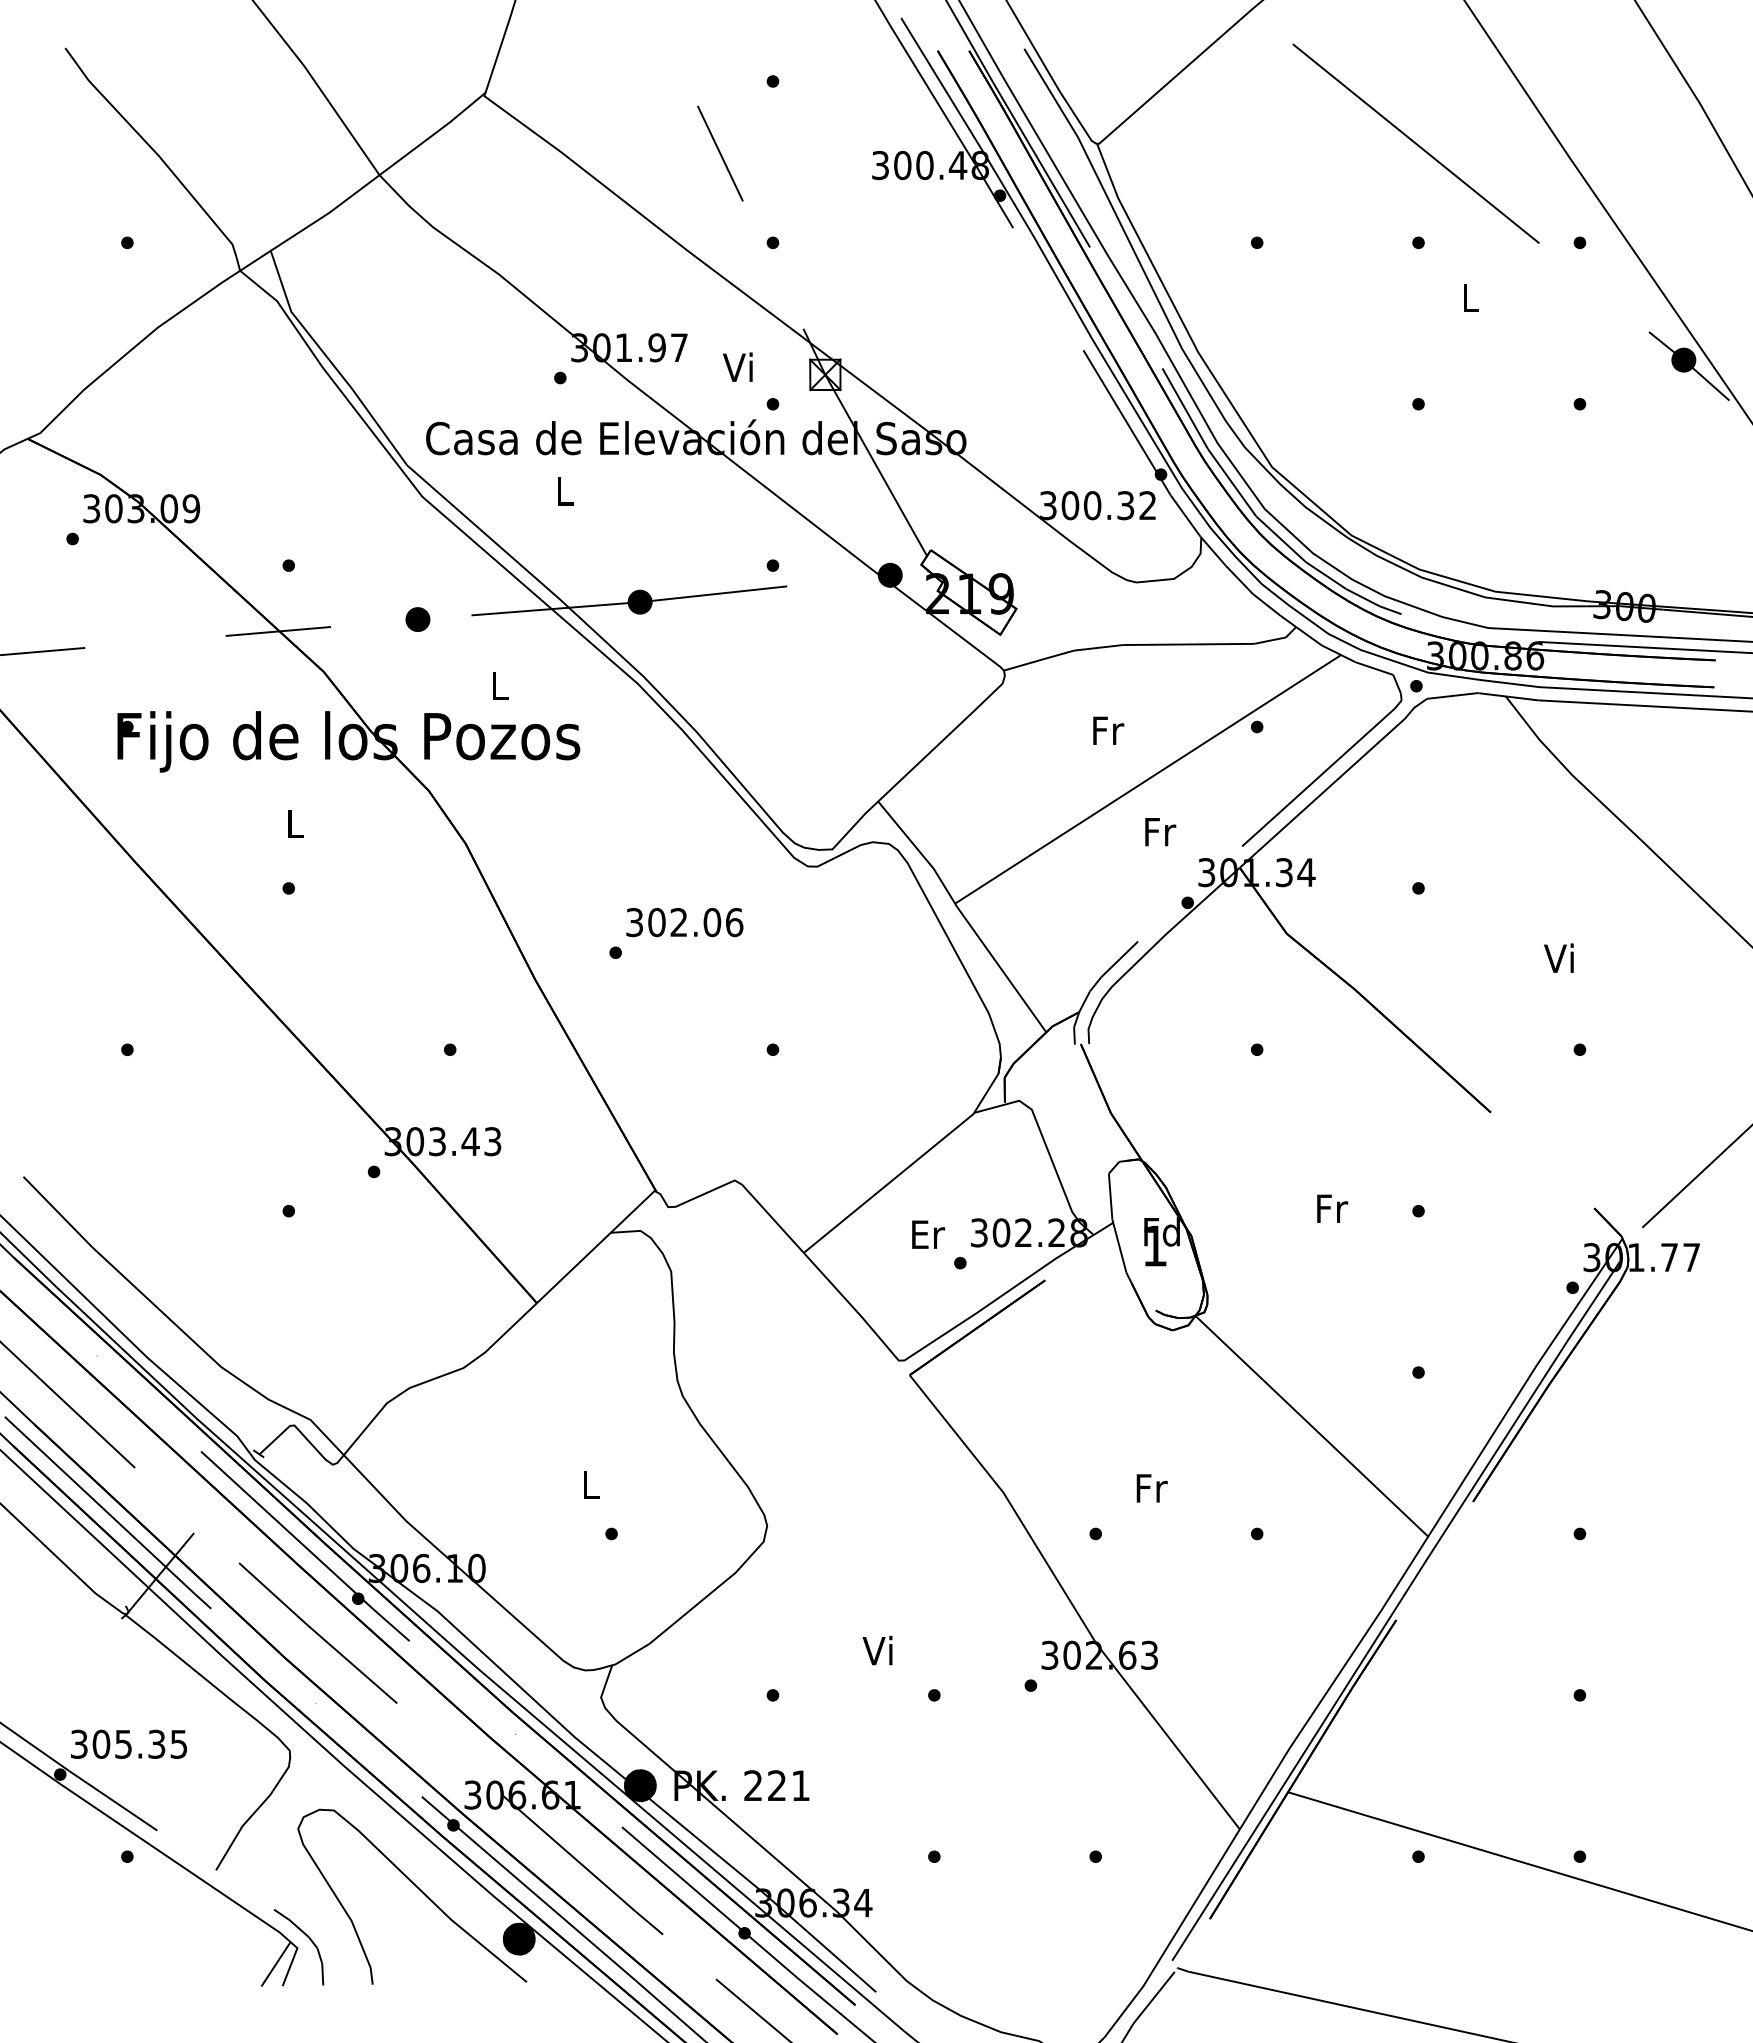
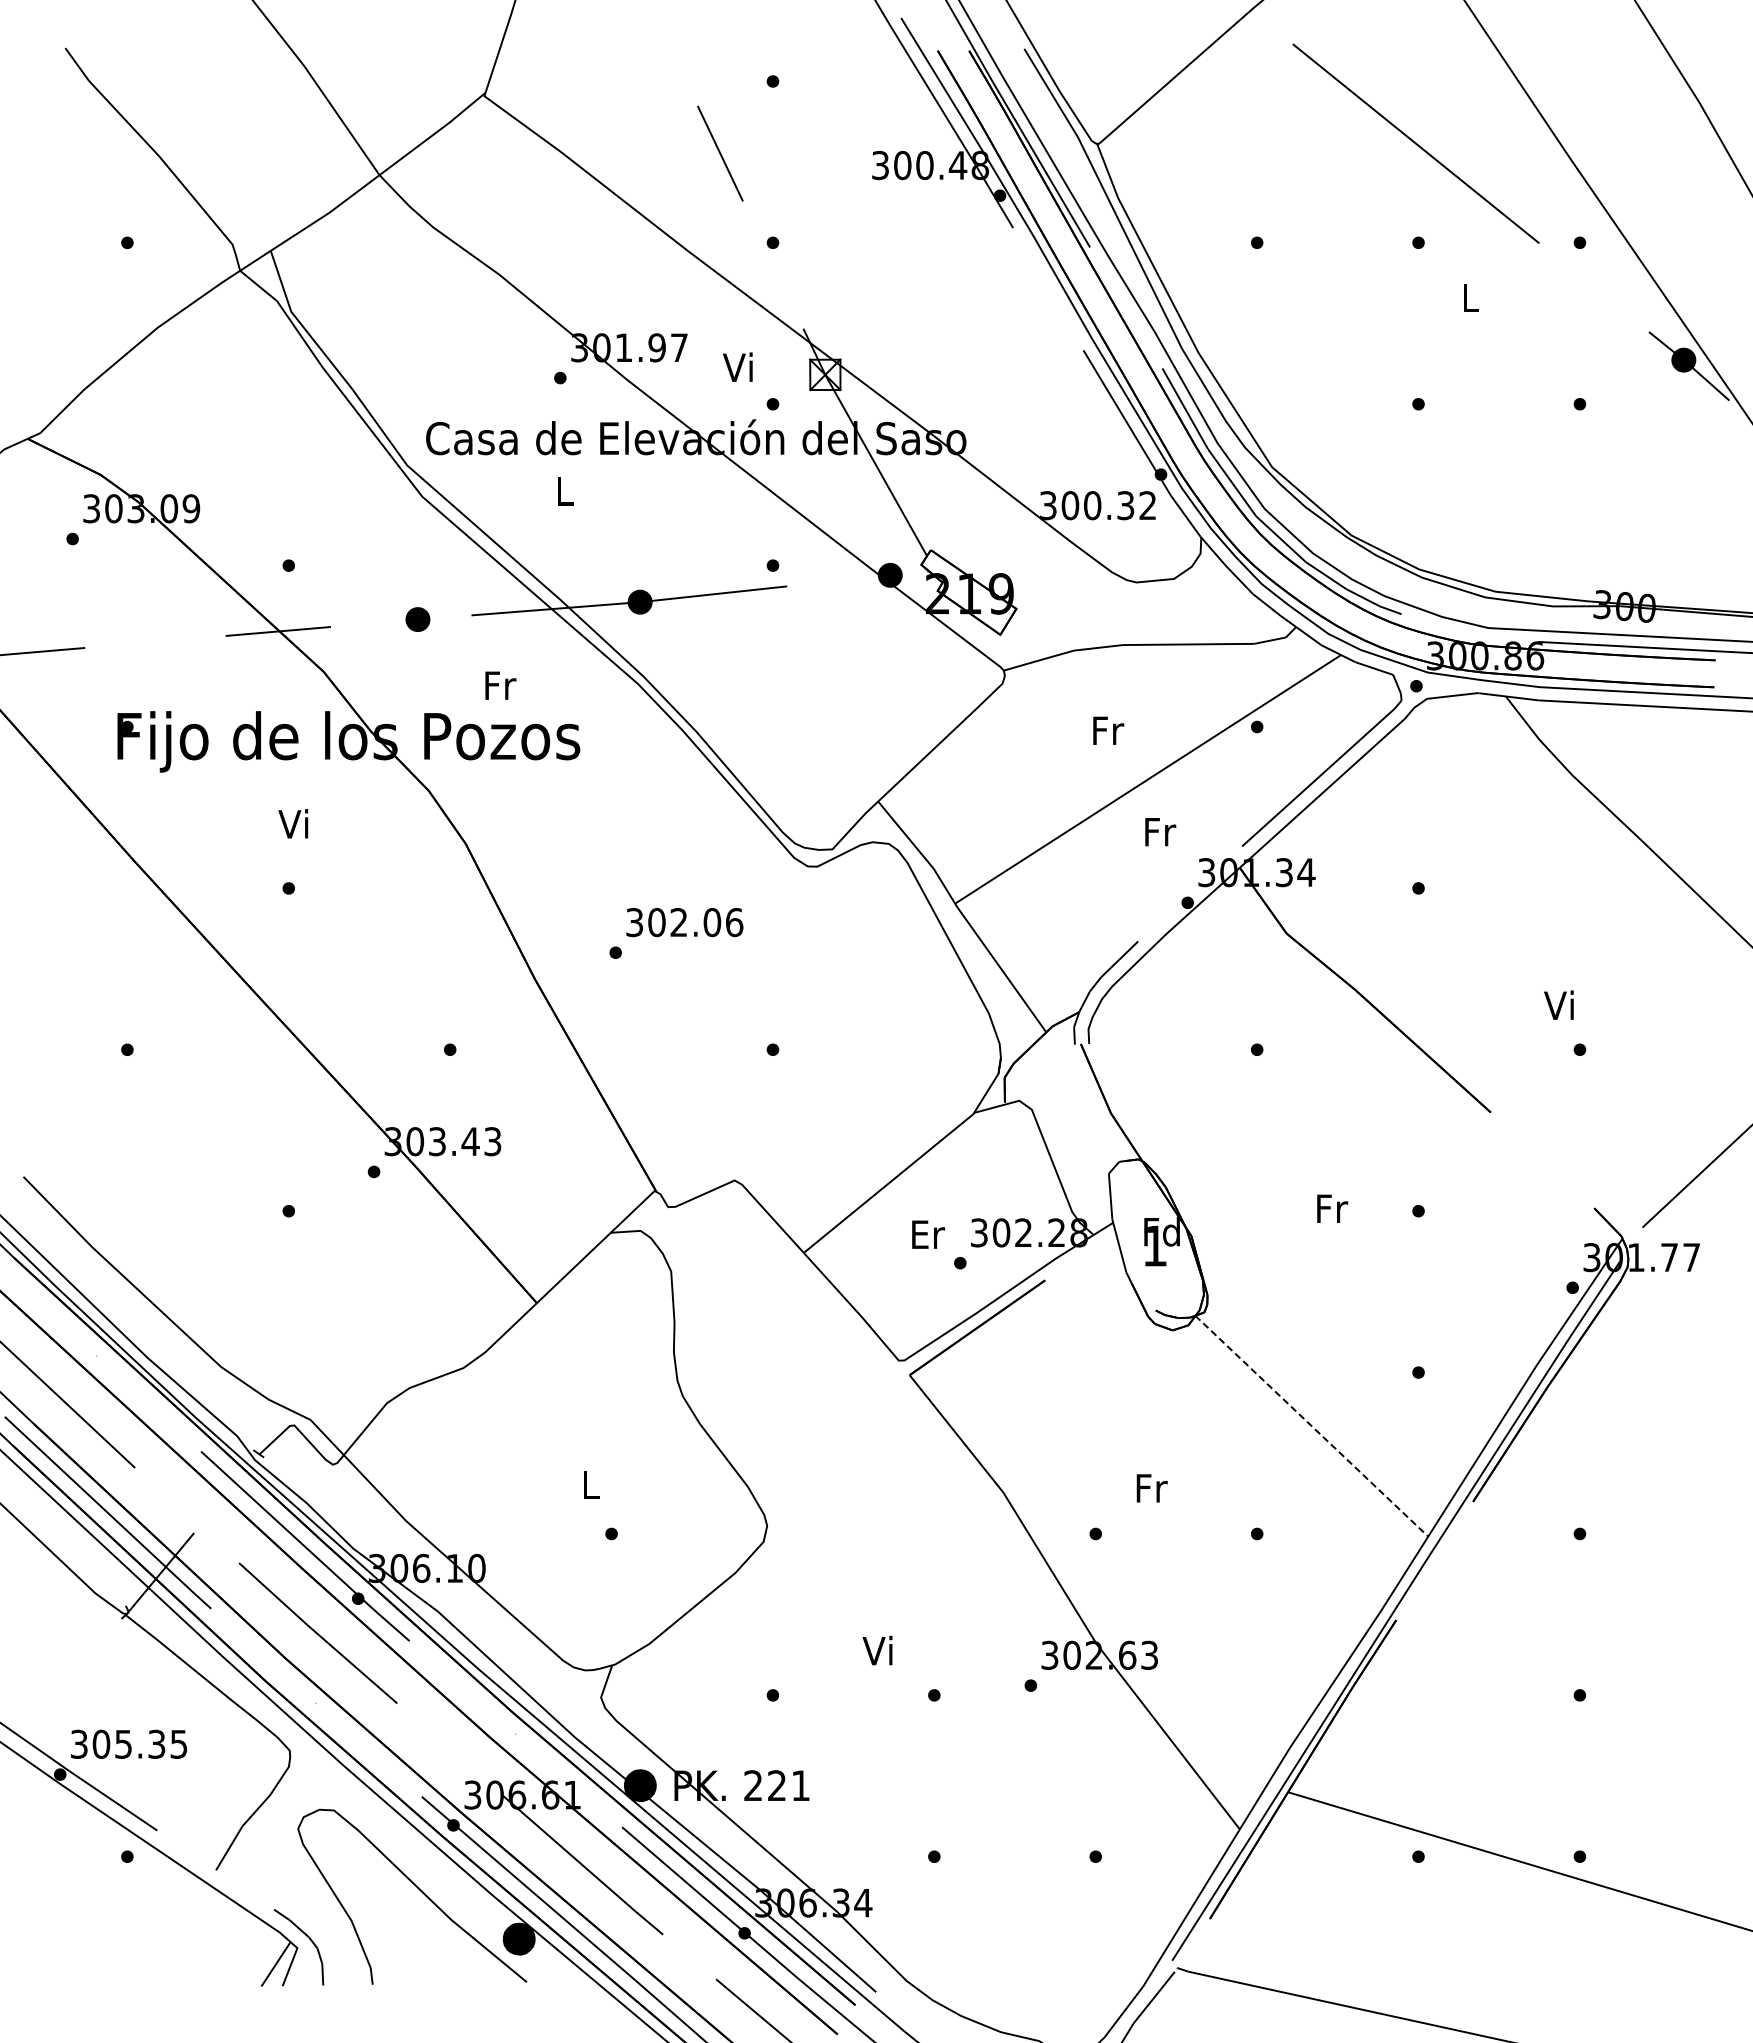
text at (500, 685): L -> Fr
text at (293, 823): L -> Vi
text at (1558, 957) position: (1558, 957) -> (1558, 1004)
line at (1312, 1426): solid -> dashed
